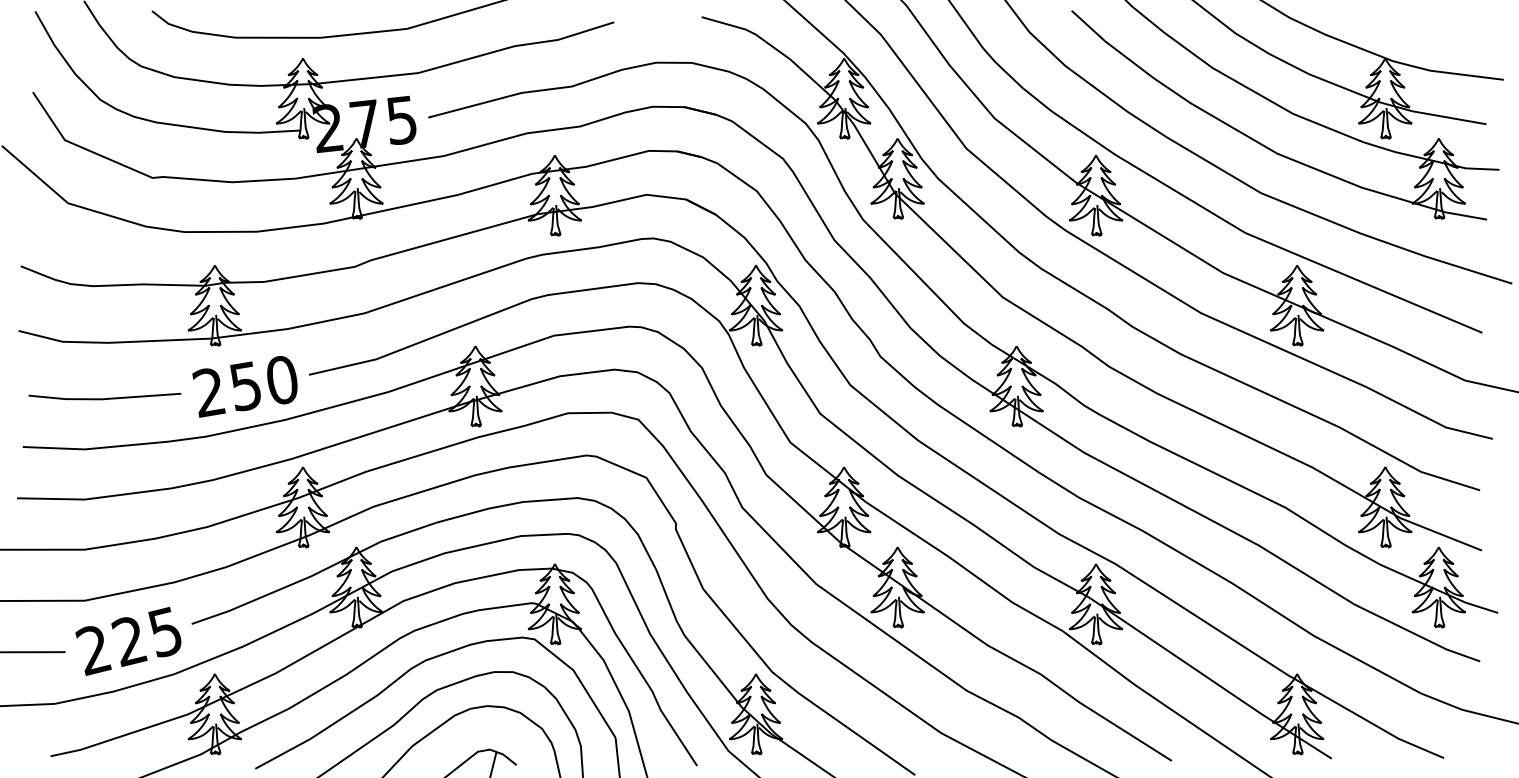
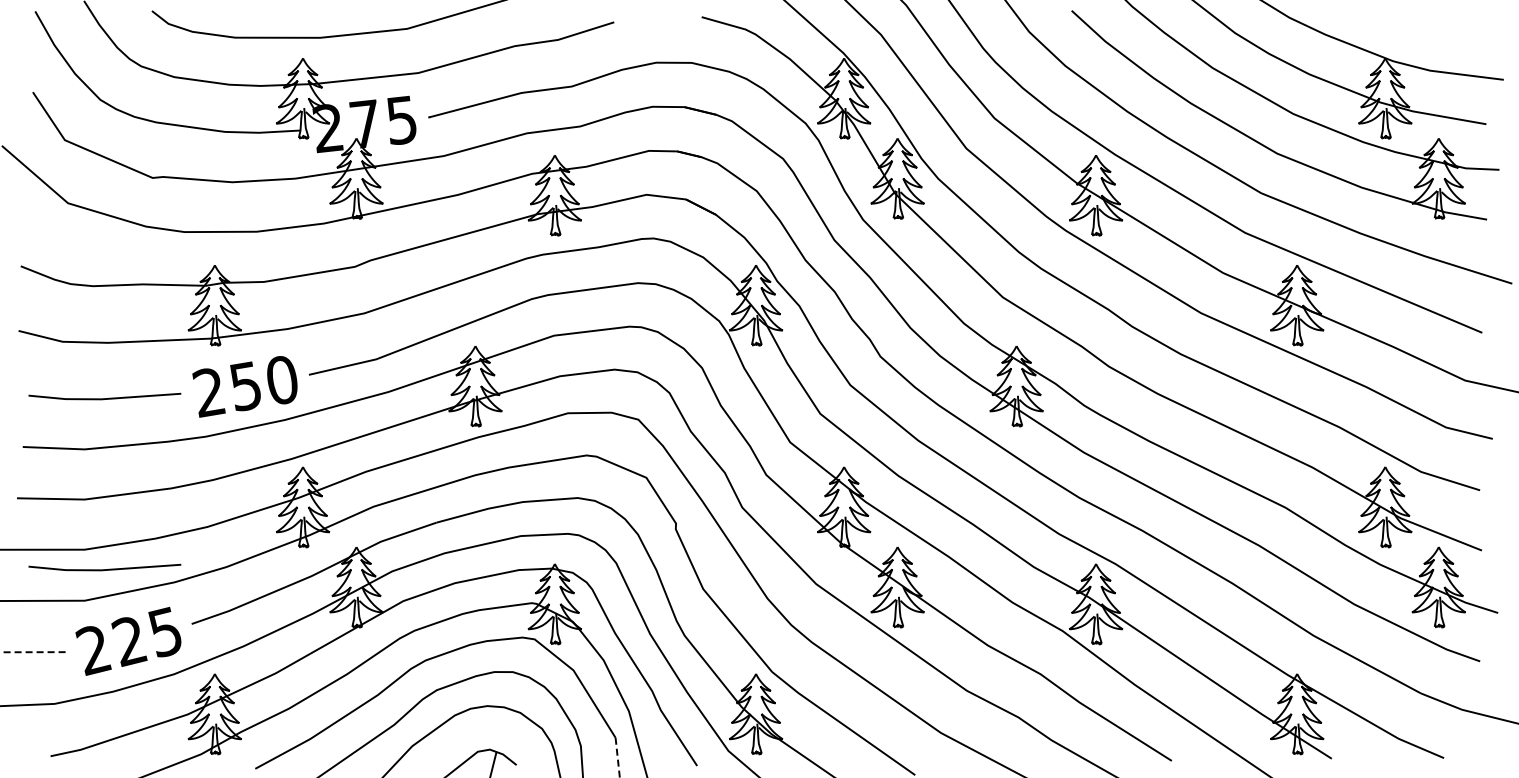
line at (104, 569): none -> present
line at (32, 652): solid -> dashed
line at (617, 757): solid -> dashed
